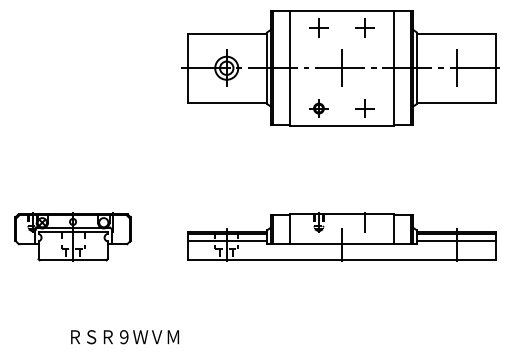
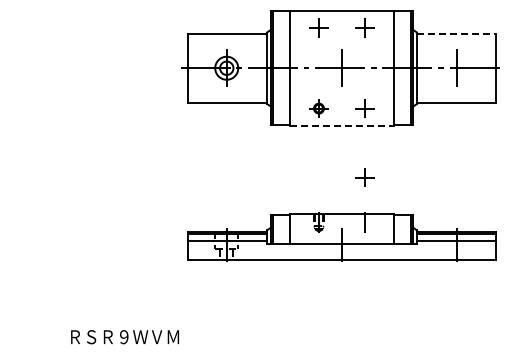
line at (456, 33): solid -> dashed
line at (342, 125): solid -> dashed
part at (364, 177): none -> present
part at (72, 236): present -> none
